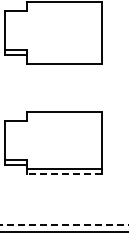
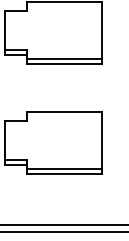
line at (64, 58): none -> present
line at (64, 174): dashed -> solid
line at (64, 224): dashed -> solid
